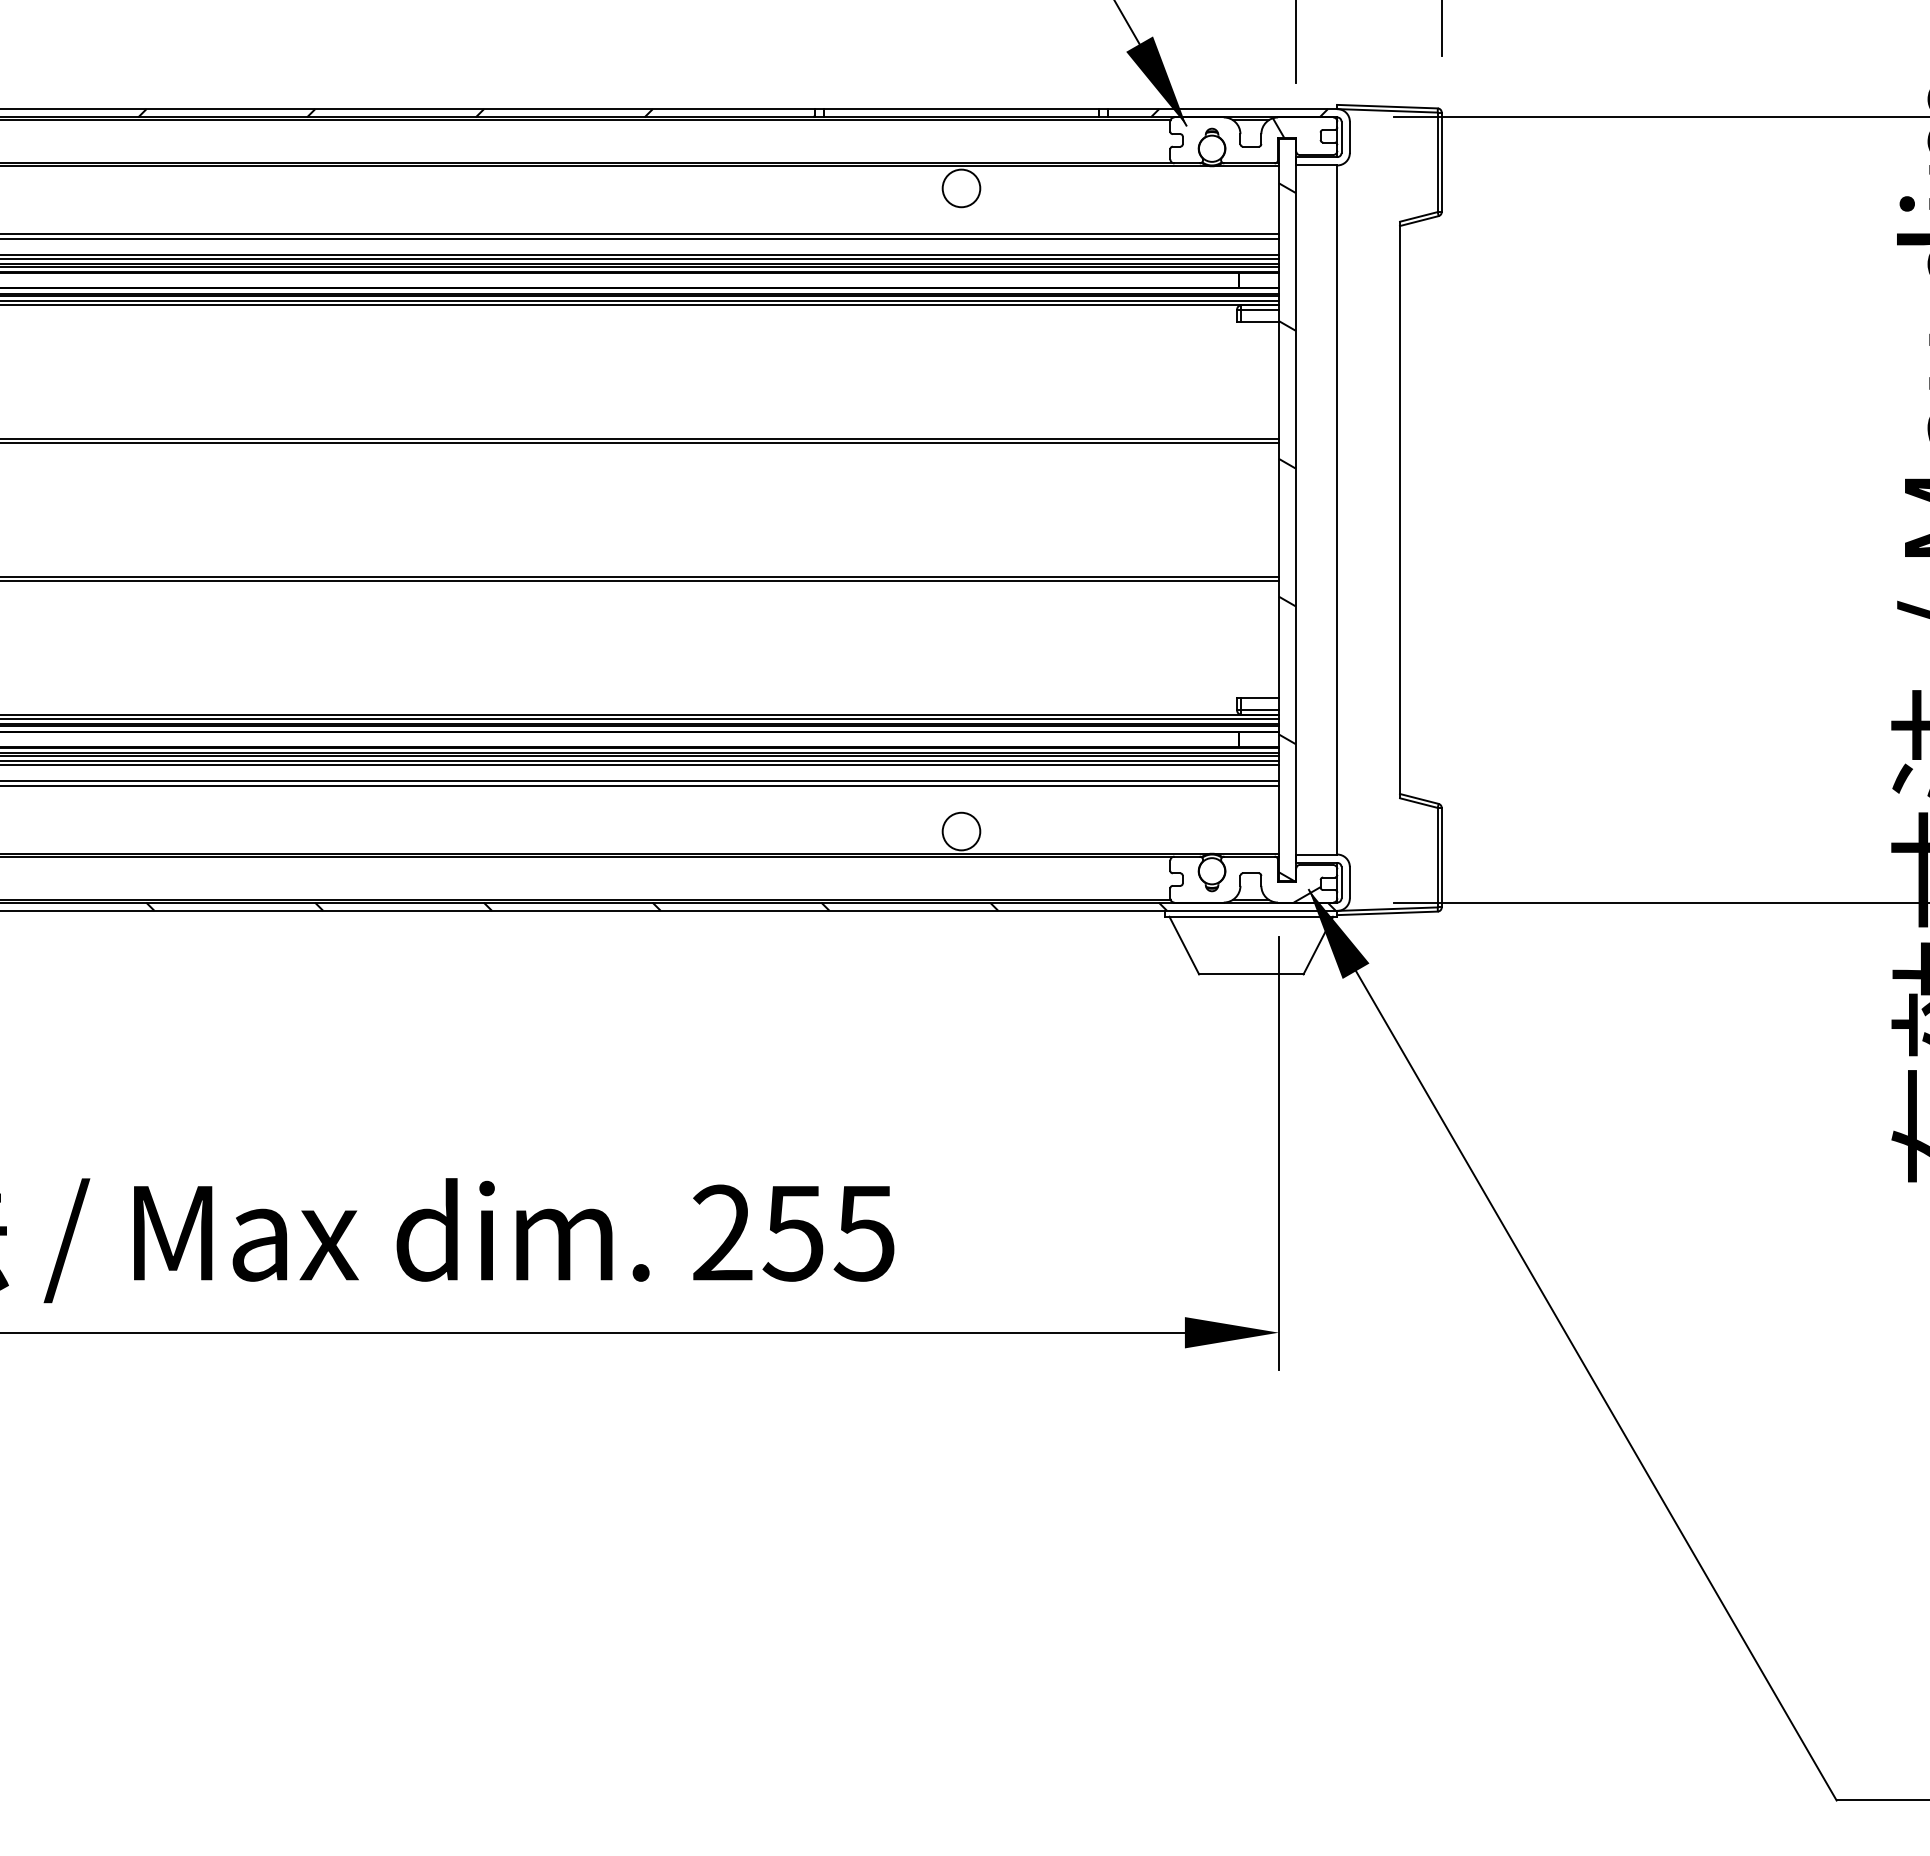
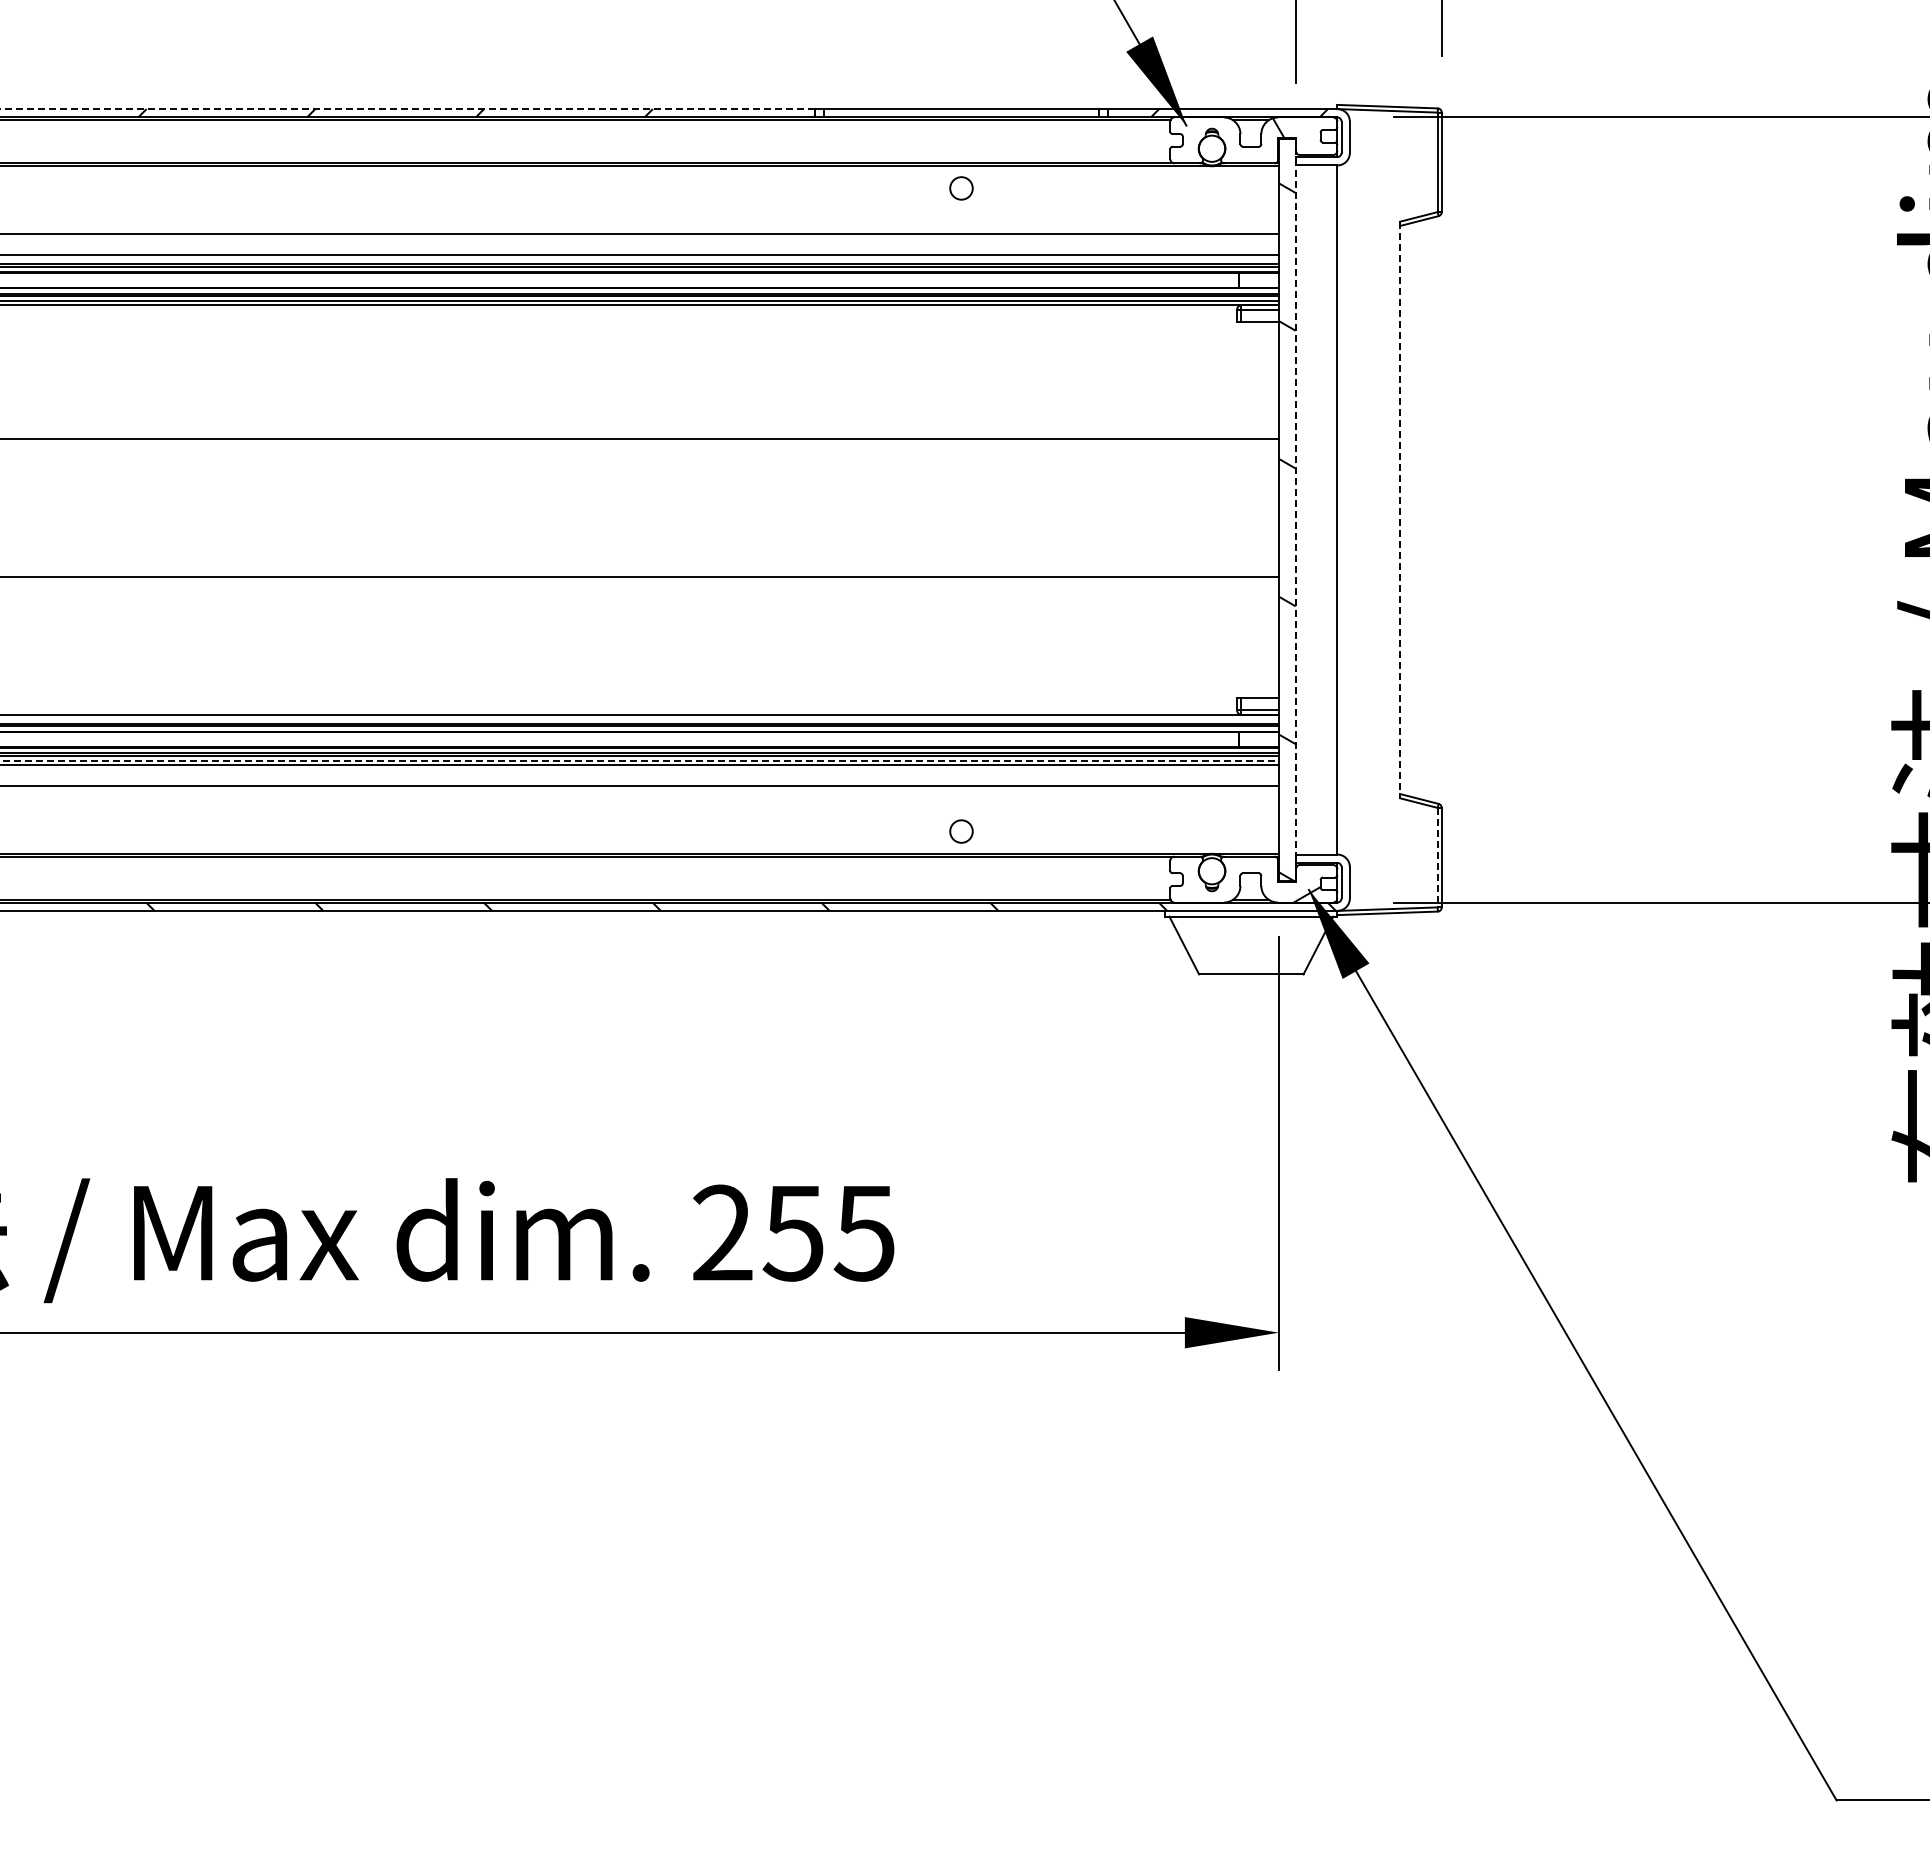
line at (407, 109): solid -> dashed
circle at (961, 188) diameter: 38 px -> 23 px
line at (640, 238): present -> none
line at (640, 259): present -> none
line at (640, 443): present -> none
line at (1295, 510): solid -> dashed
line at (1400, 510): solid -> dashed
line at (640, 581): present -> none
line at (640, 718): present -> none
line at (640, 760): solid -> dashed
line at (640, 781): present -> none
circle at (961, 831) diameter: 38 px -> 23 px
line at (1437, 857): solid -> dashed
